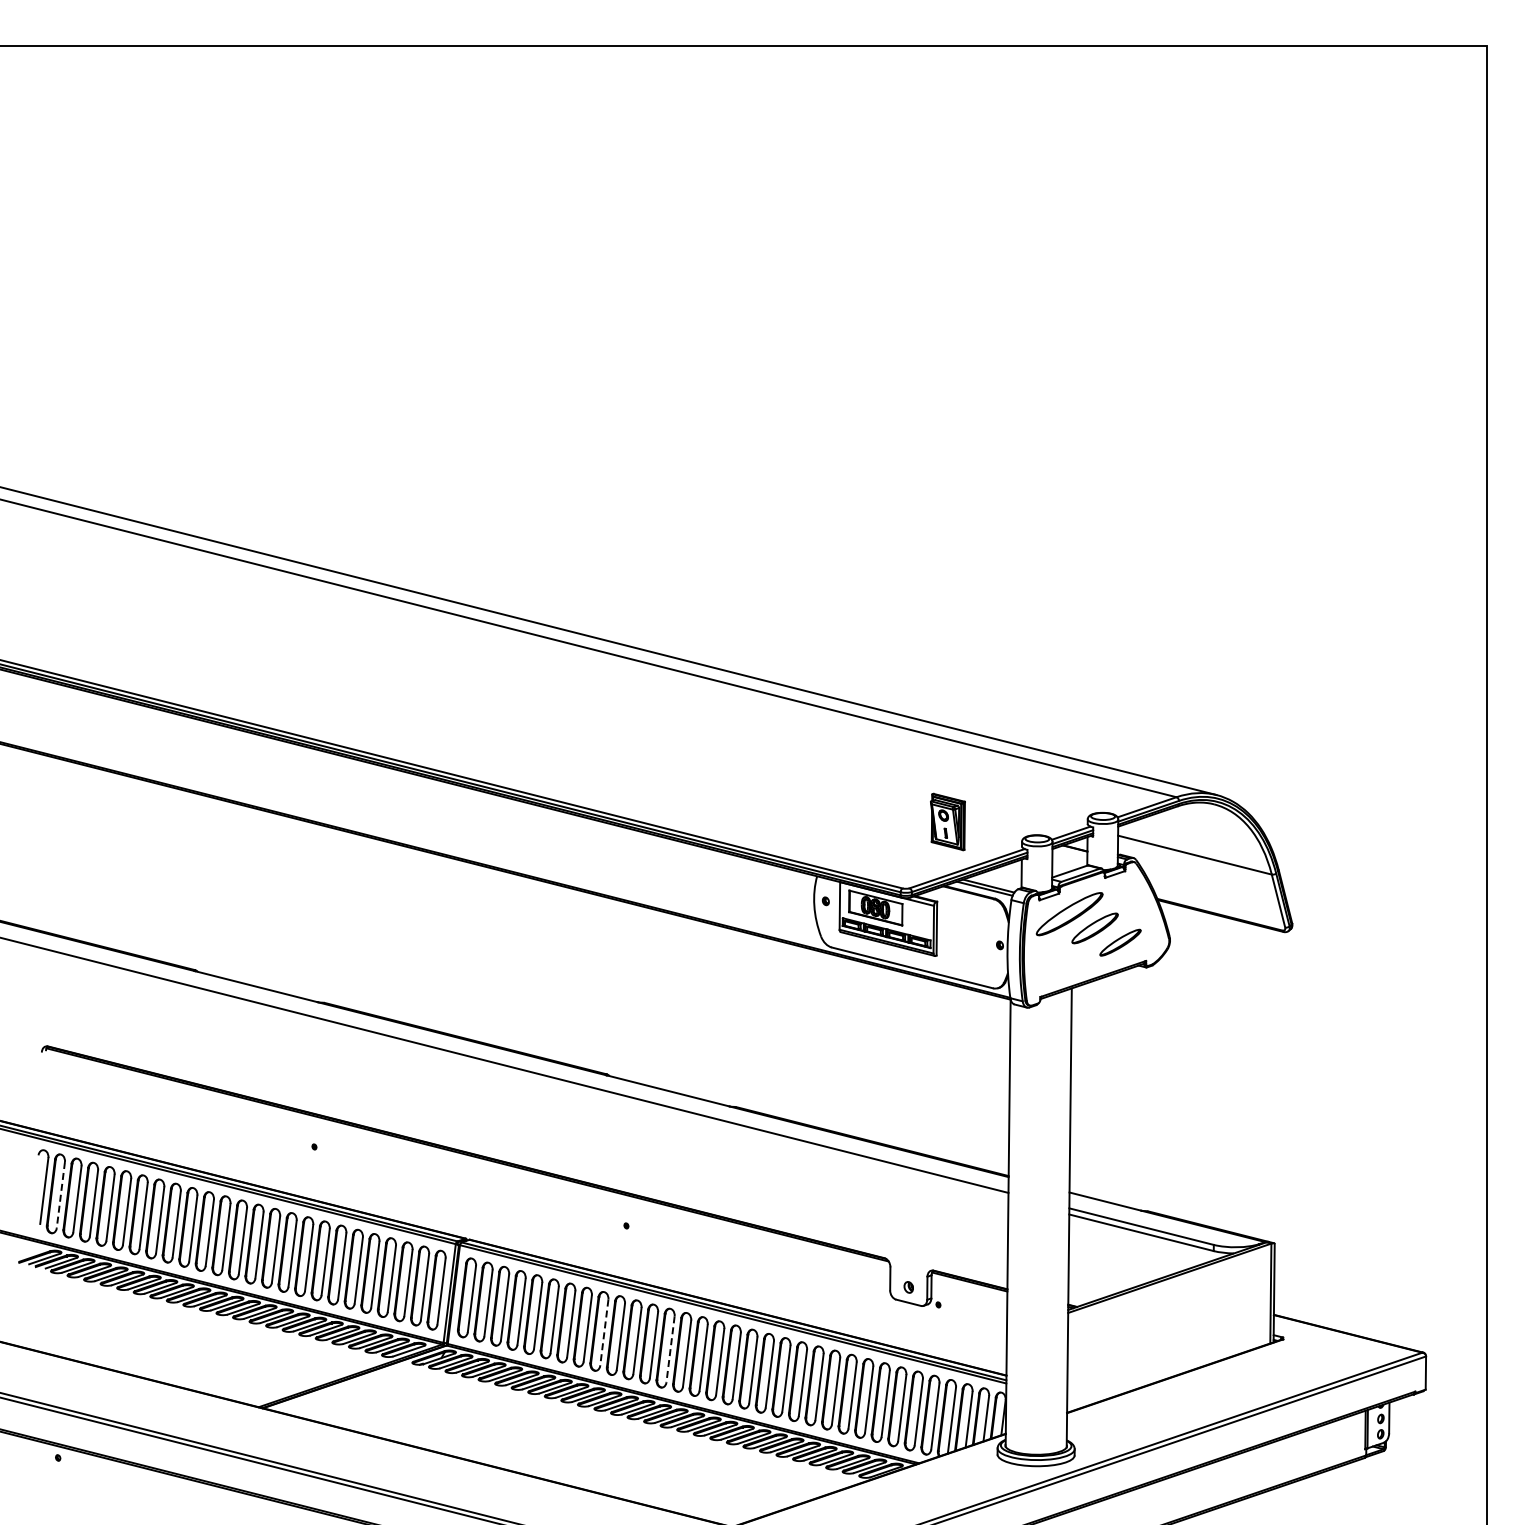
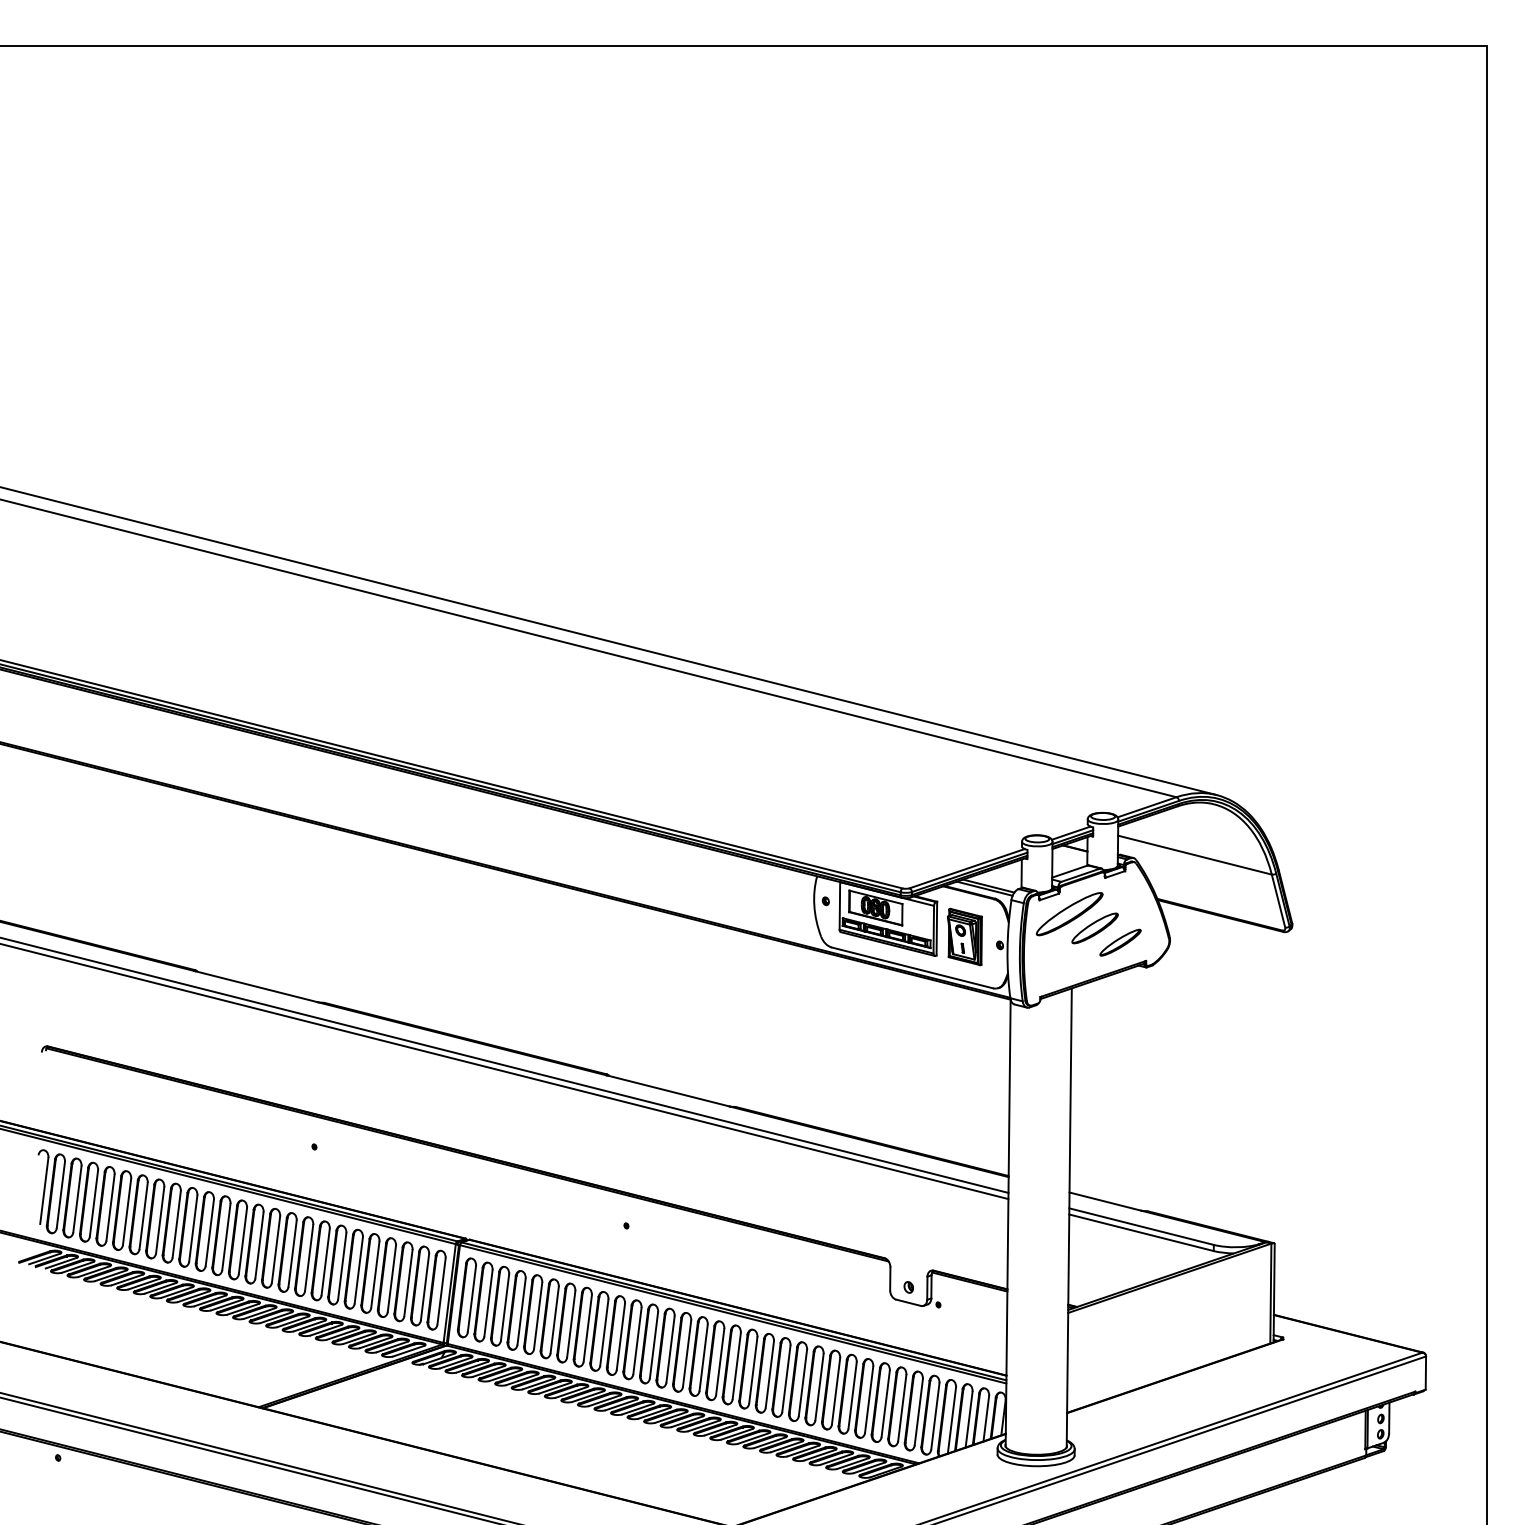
part at (947, 821) position: (947, 821) -> (964, 936)
line at (505, 1071): none -> present
line at (60, 1195): dashed -> solid
line at (604, 1333): dashed -> solid
line at (670, 1349): dashed -> solid
